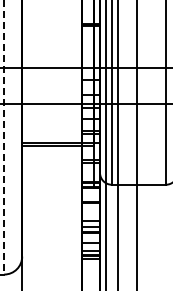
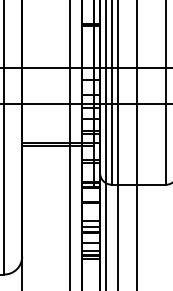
line at (4, 137): dashed -> solid
line at (70, 144): none -> present
